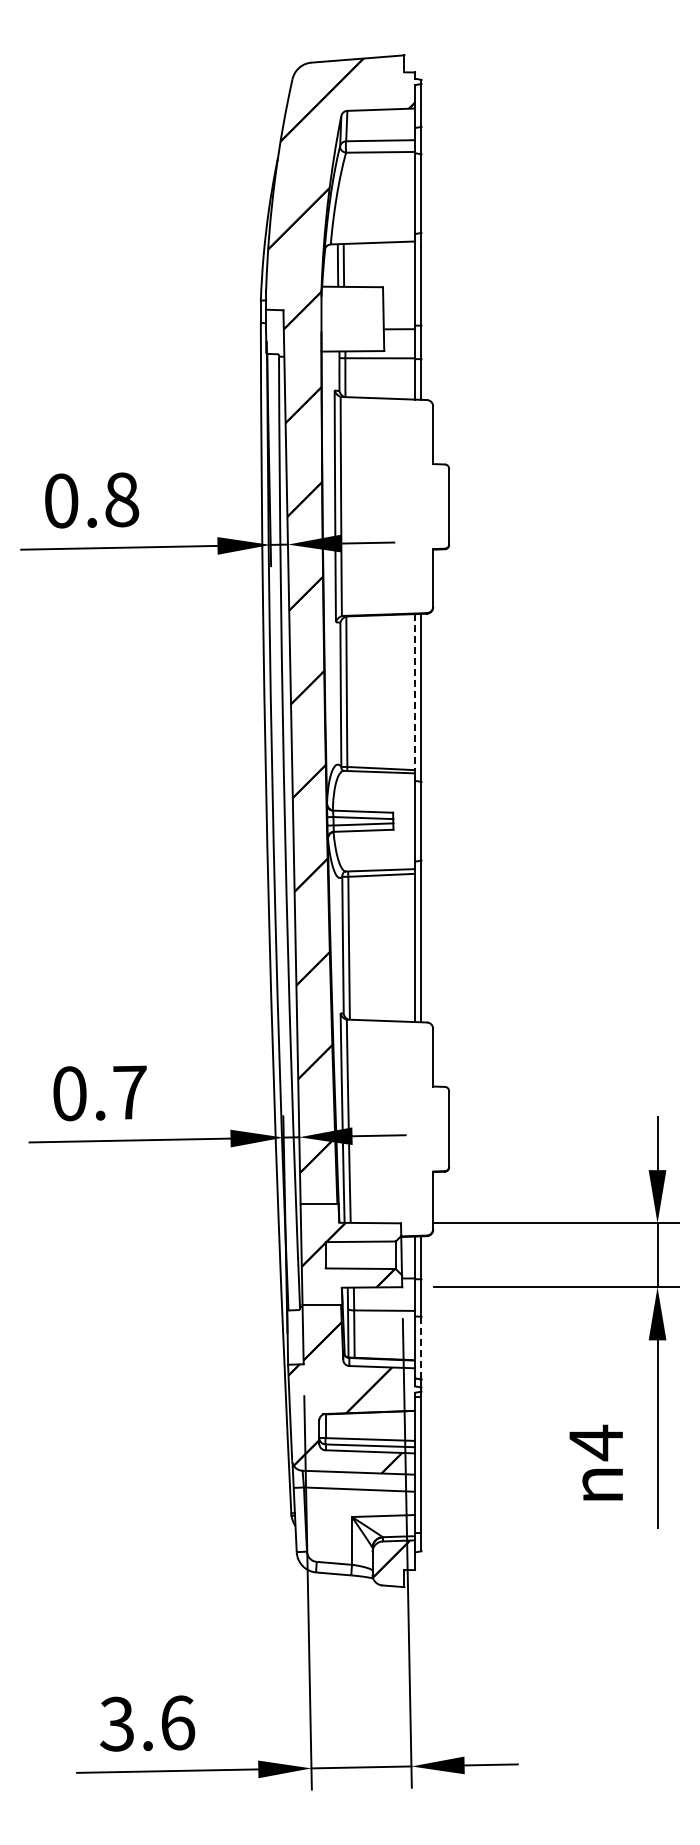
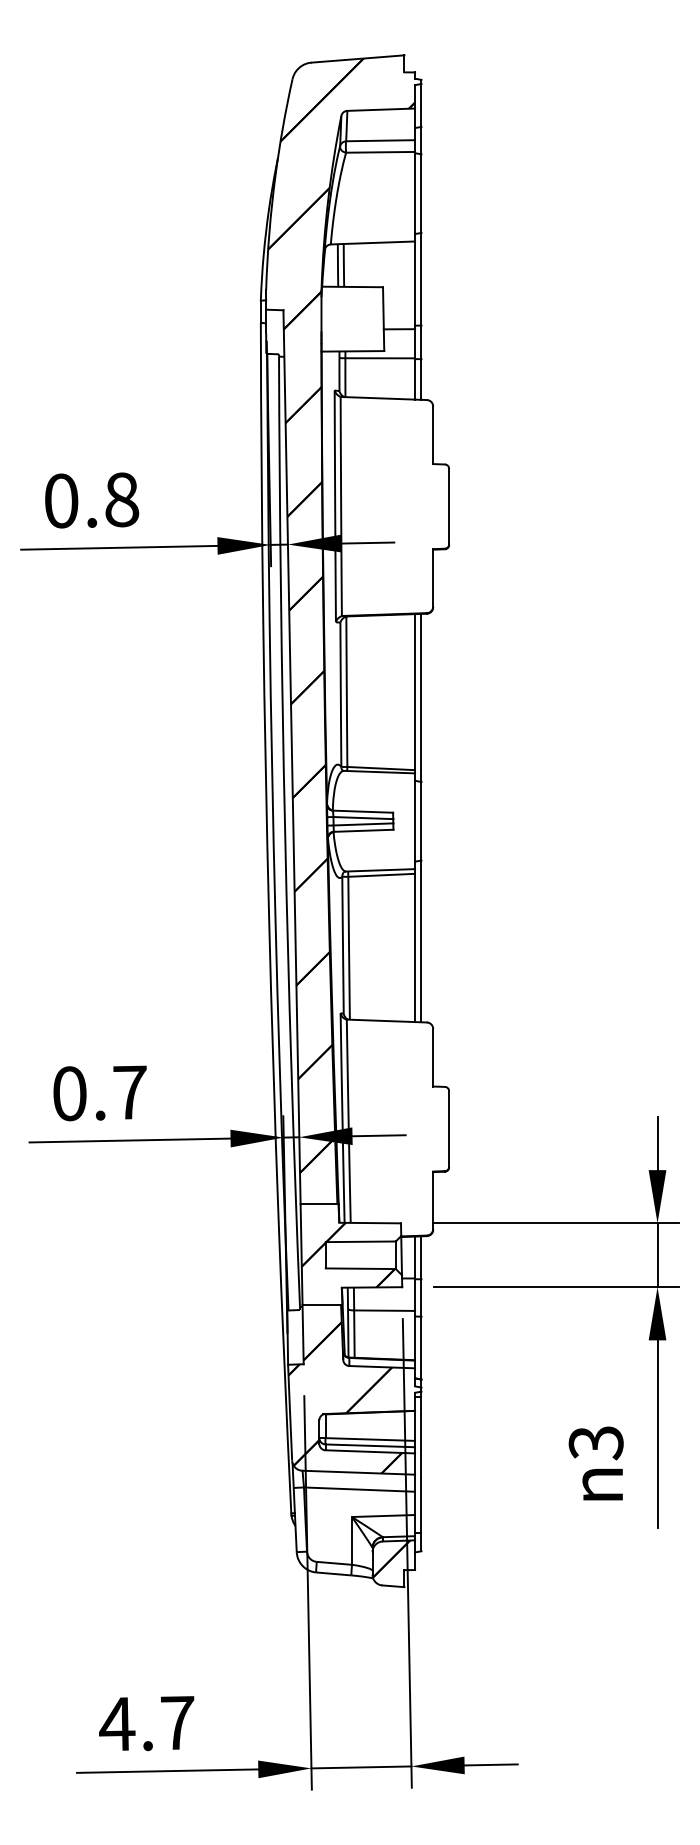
line at (415, 692): dashed -> solid
line at (421, 1347): dashed -> solid
text at (595, 1442): 4 -> 3
text at (147, 1723): 3.6 -> 4.7
